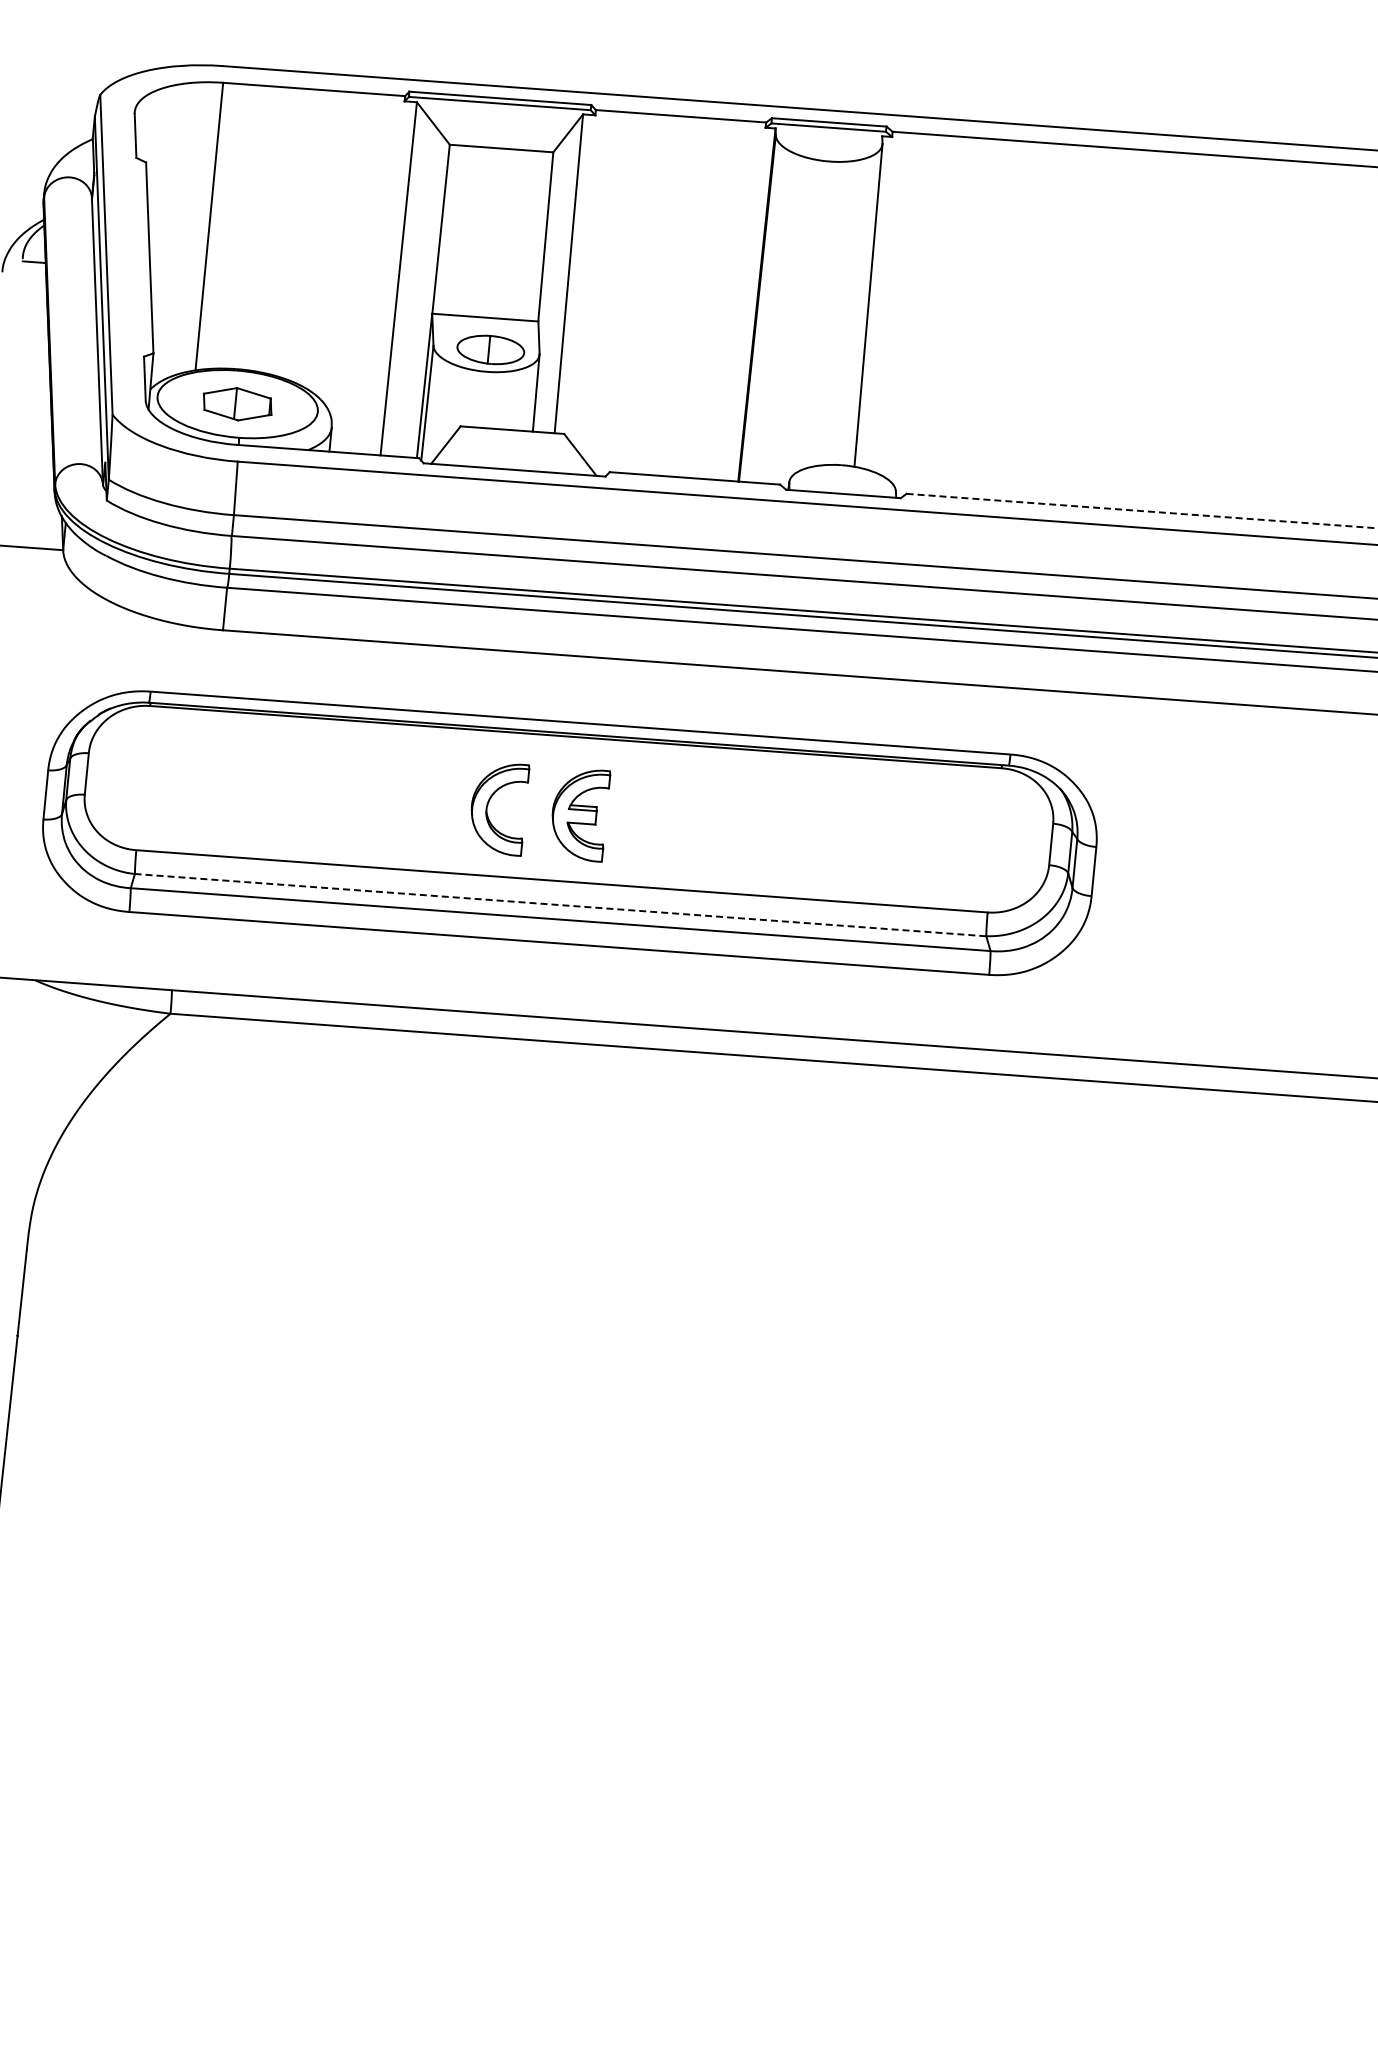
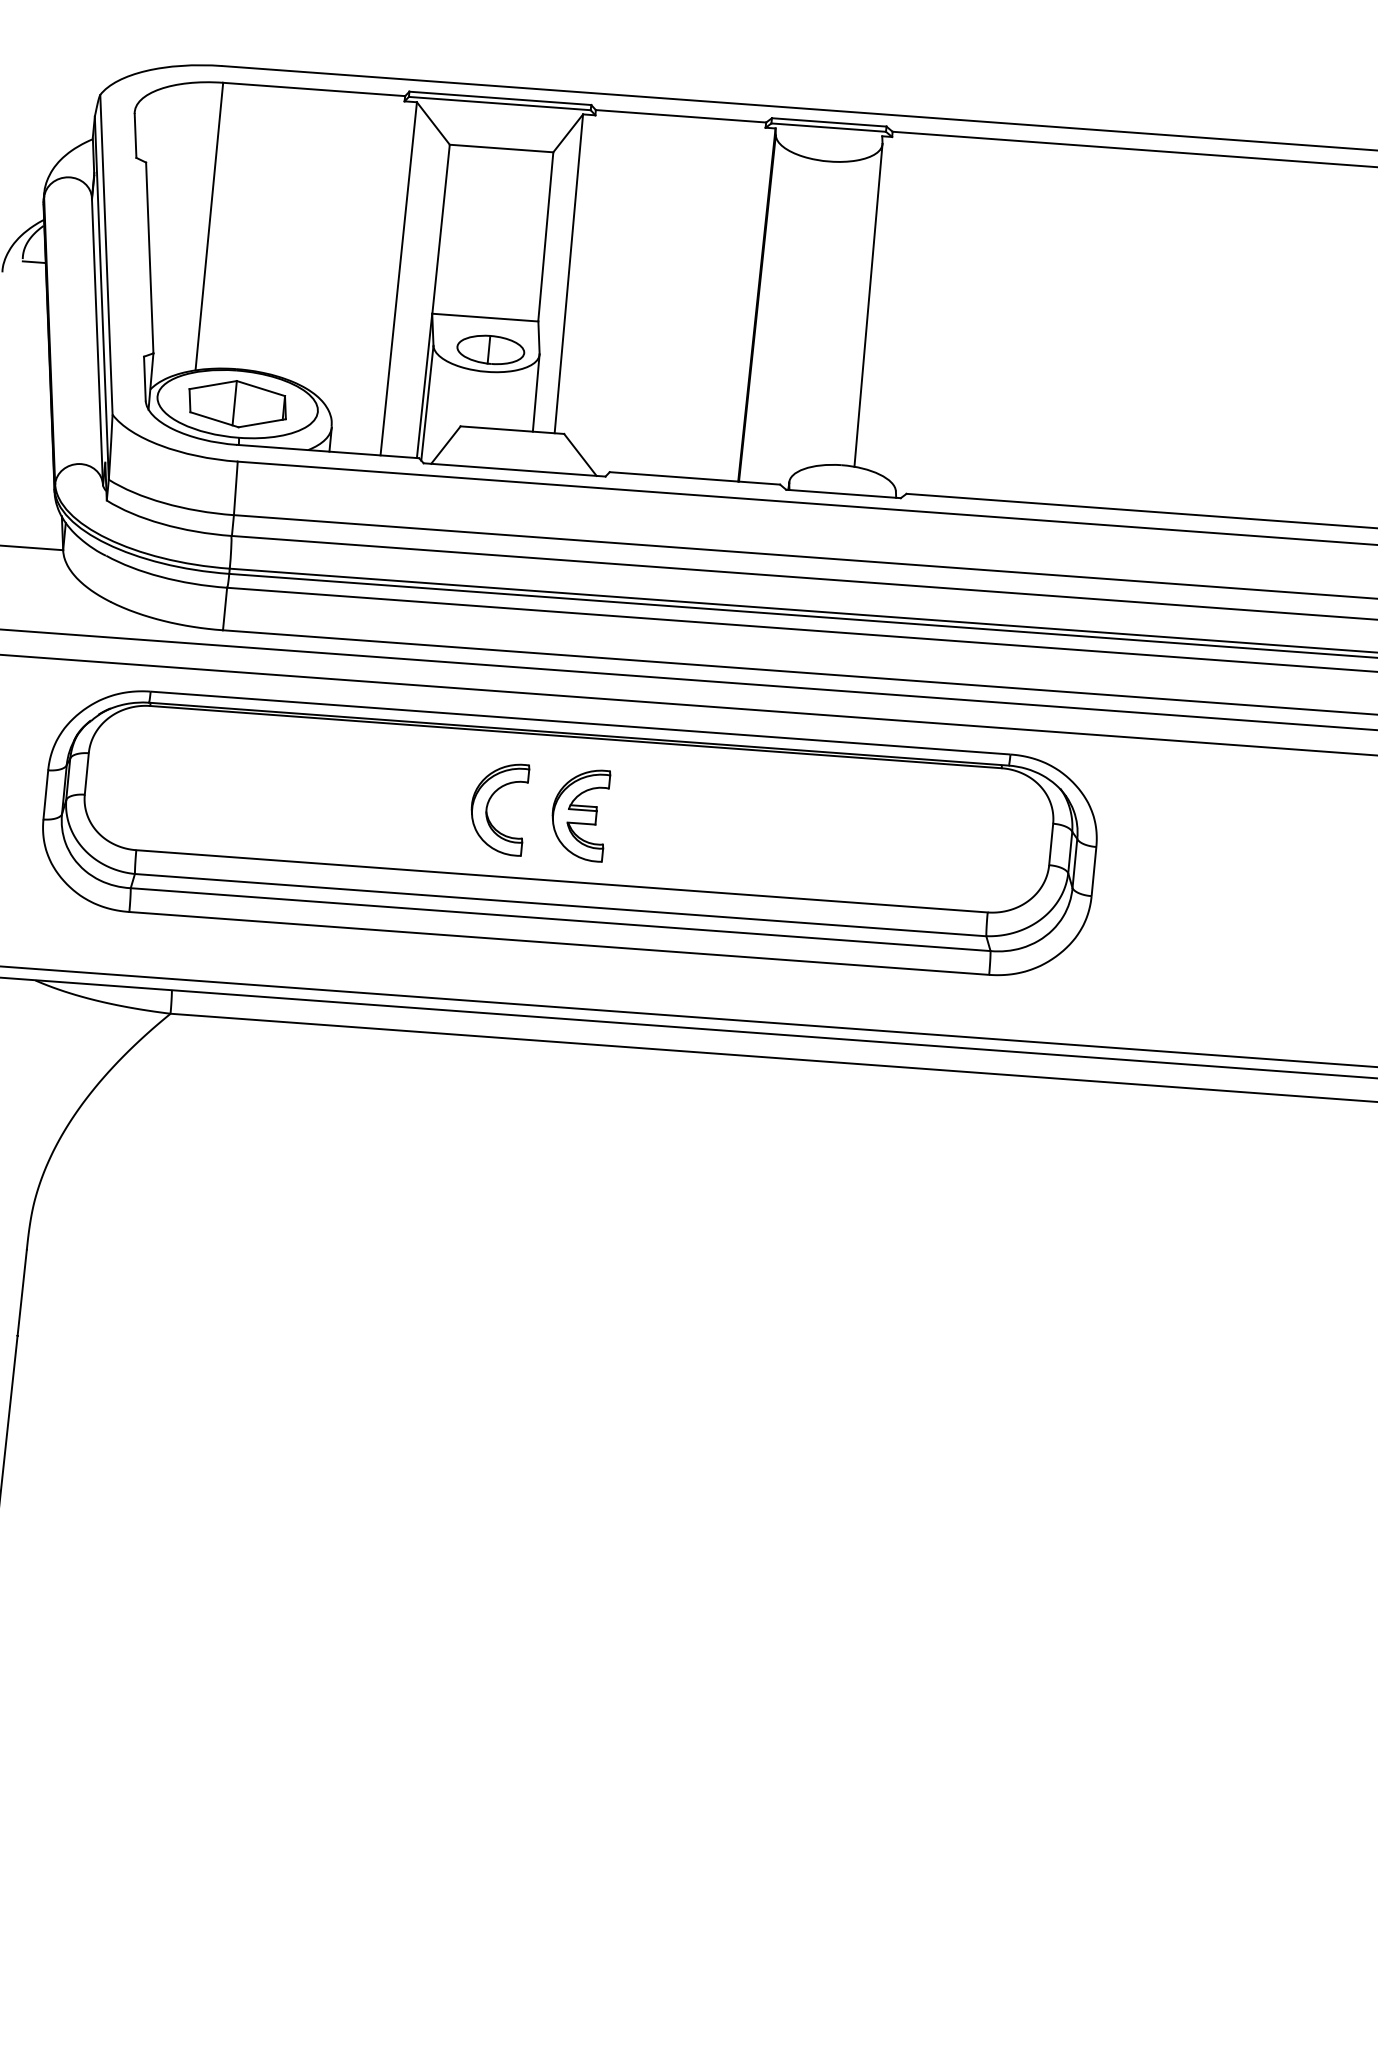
part at (237, 404) size: 70x35 px -> 99x49 px
line at (1142, 511): dashed -> solid
line at (688, 679): none -> present
line at (688, 705): none -> present
line at (560, 905): dashed -> solid
line at (688, 1016): none -> present
